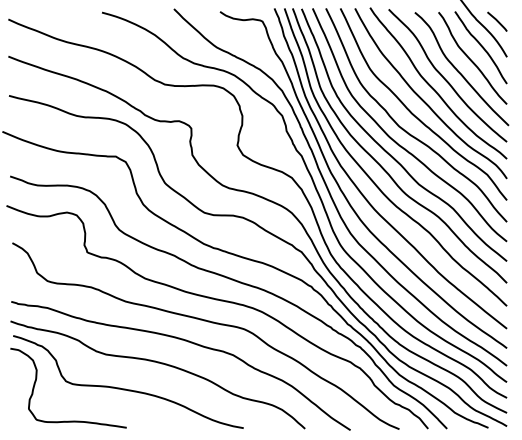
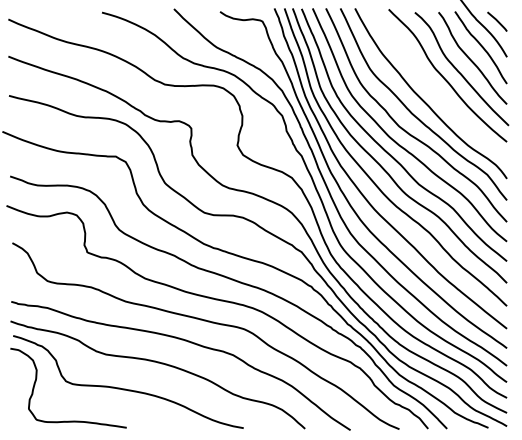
curve at (433, 87): present -> none
